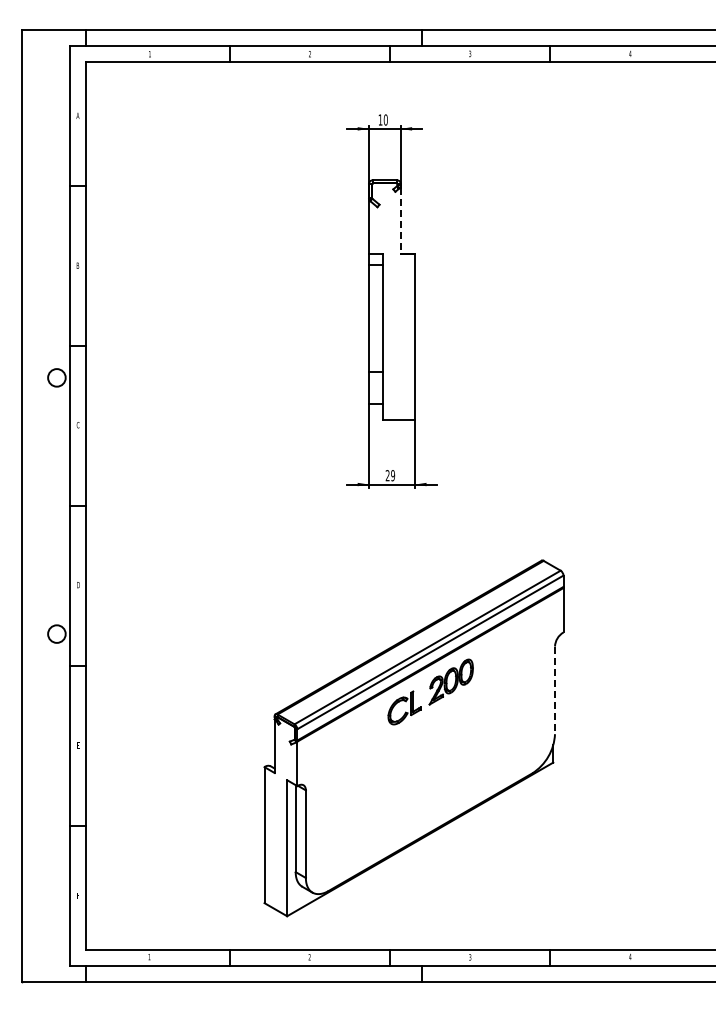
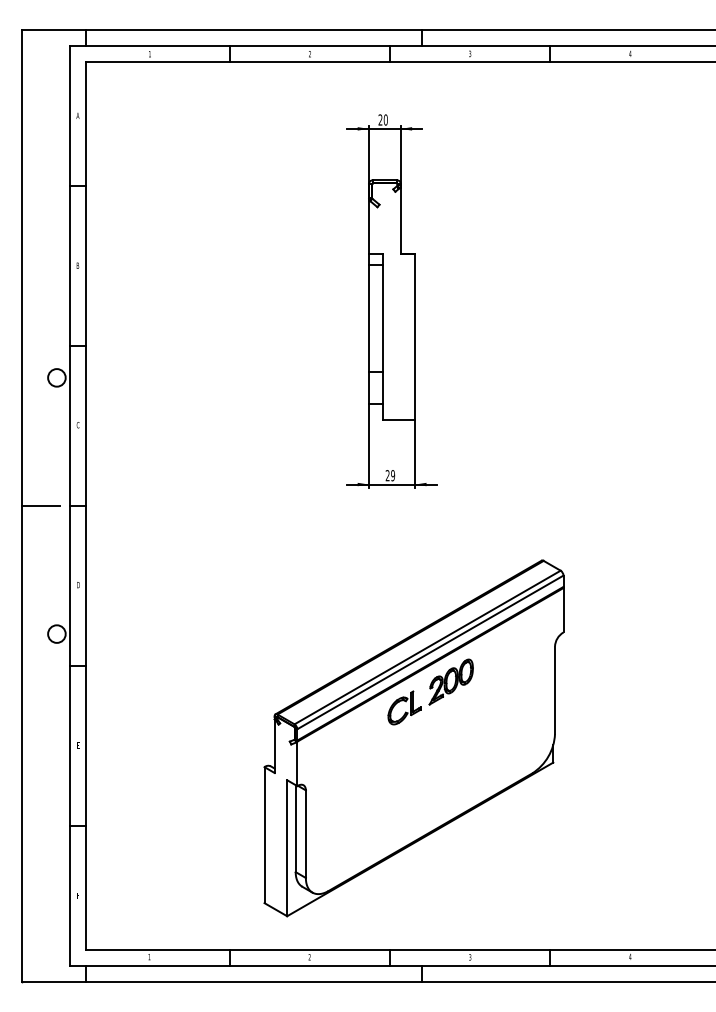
text at (380, 119): 10 -> 20
line at (400, 221): dashed -> solid
line at (40, 506): none -> present
line at (555, 690): dashed -> solid
